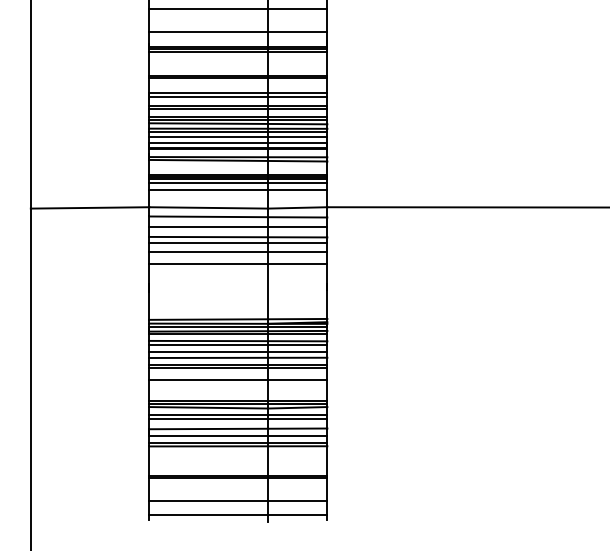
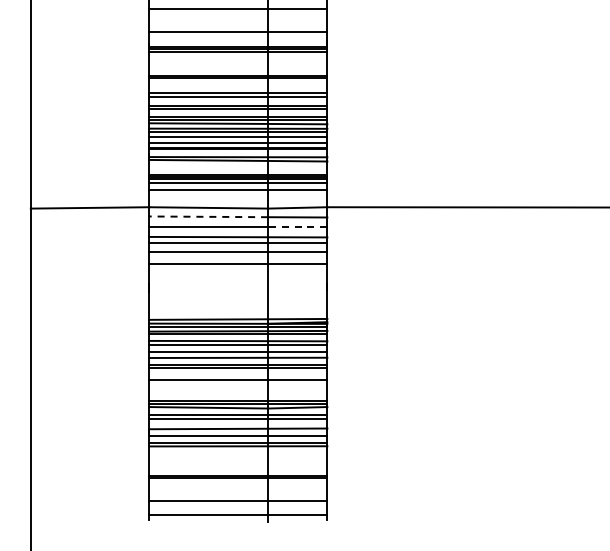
line at (208, 216): solid -> dashed
line at (297, 226): solid -> dashed
